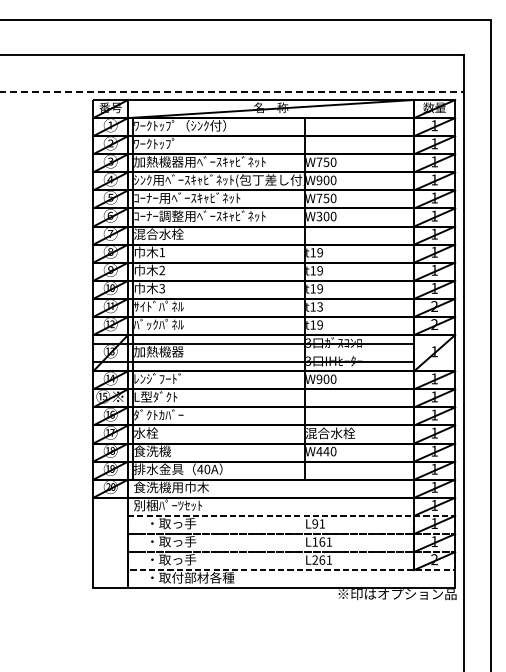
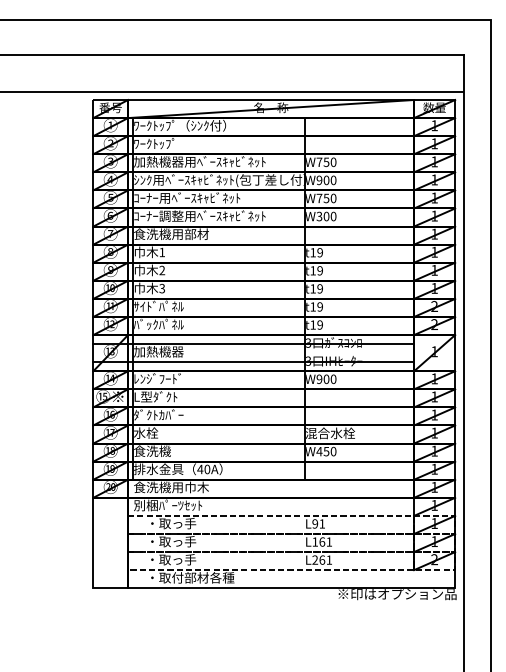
line at (232, 91): dashed -> solid
text at (171, 233): 混合水栓 -> 食洗機用部材
text at (319, 306): t13 -> t19
text at (326, 451): W440 -> W450
